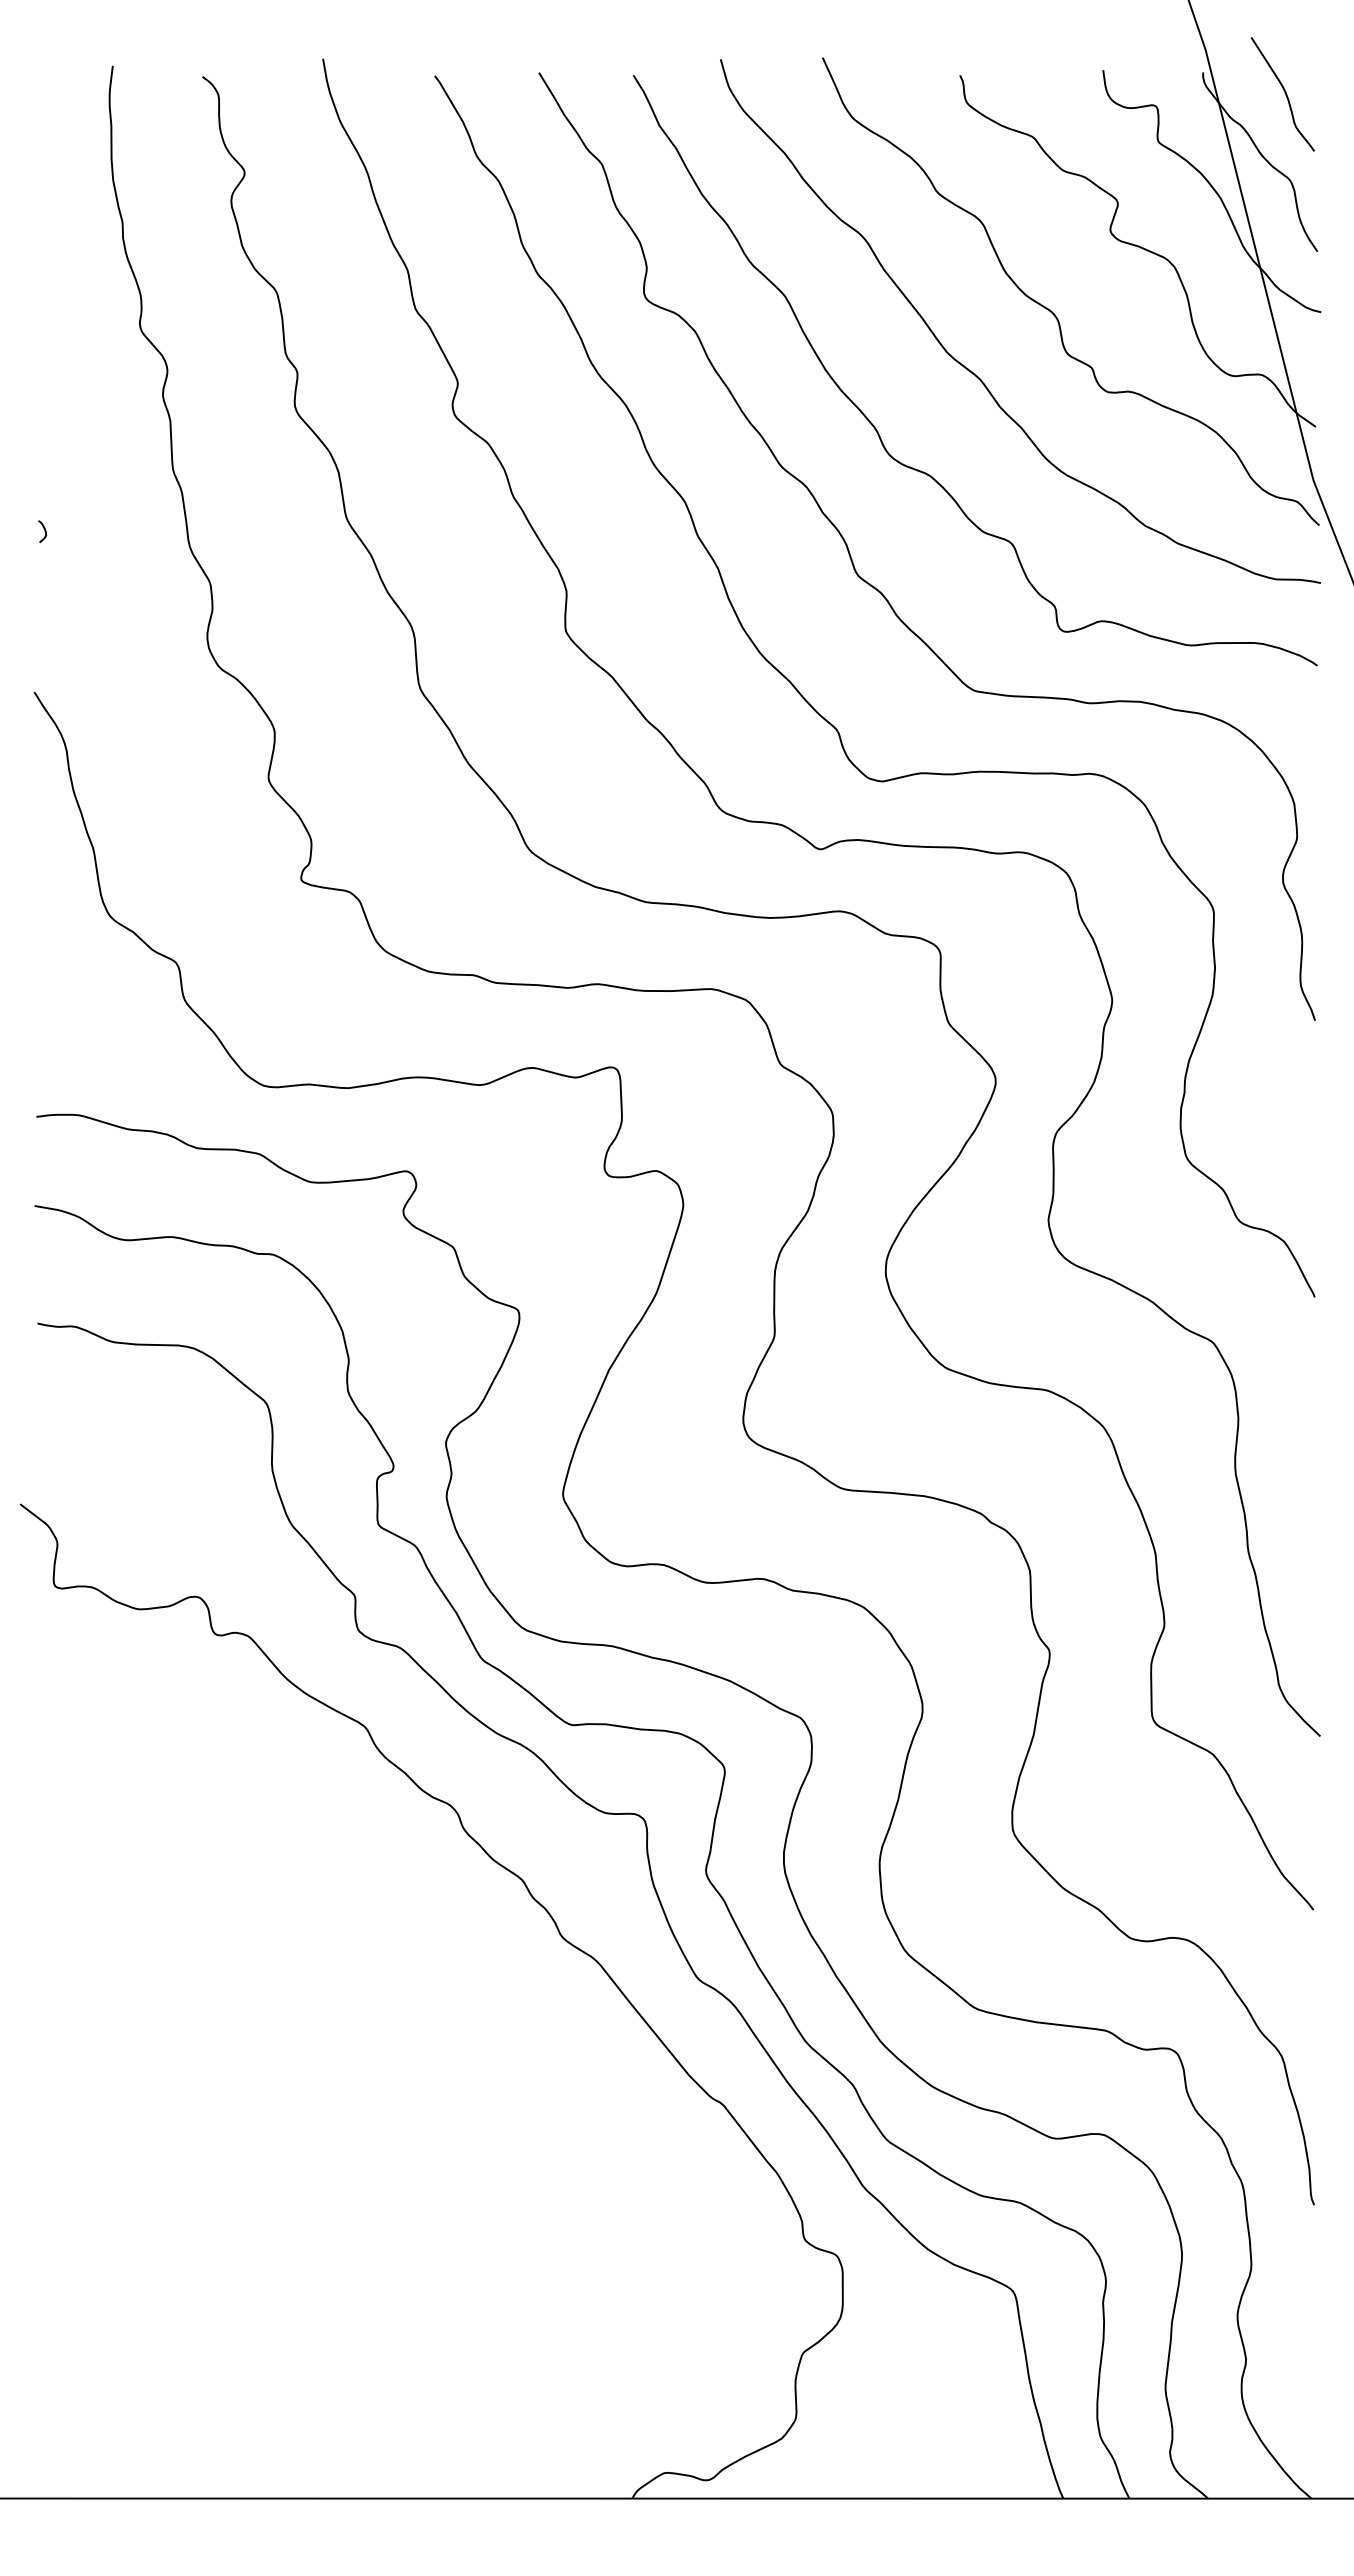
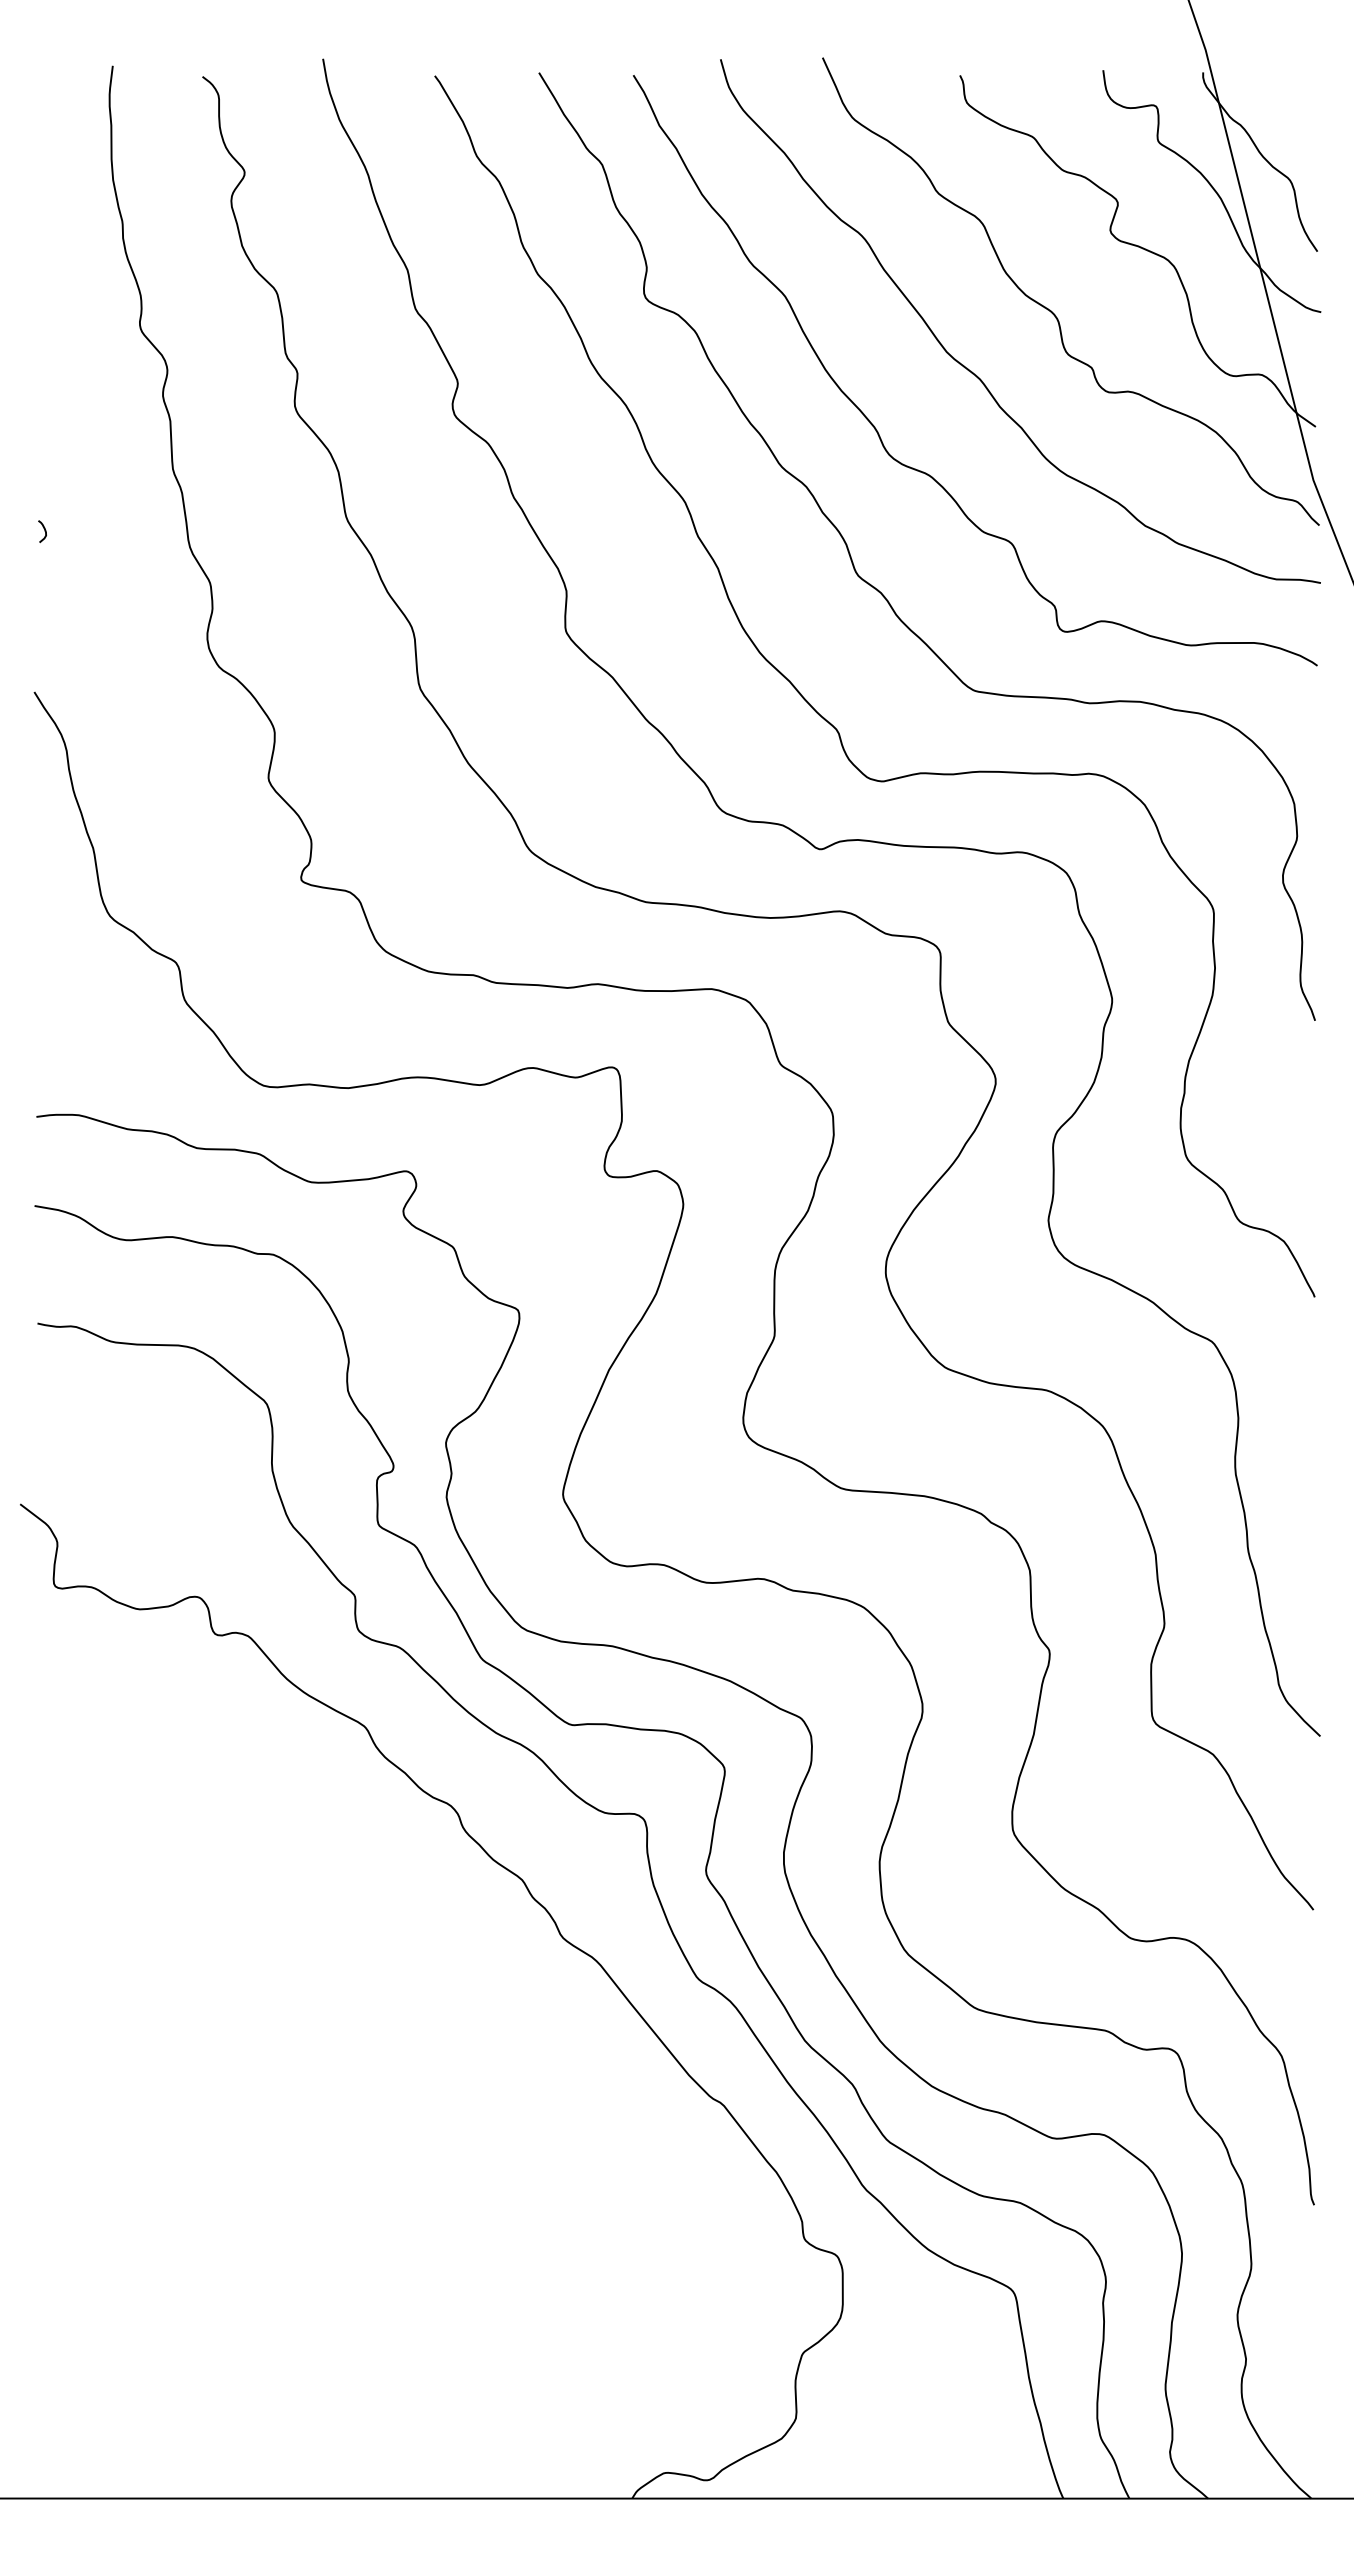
curve at (1284, 92): present -> none
